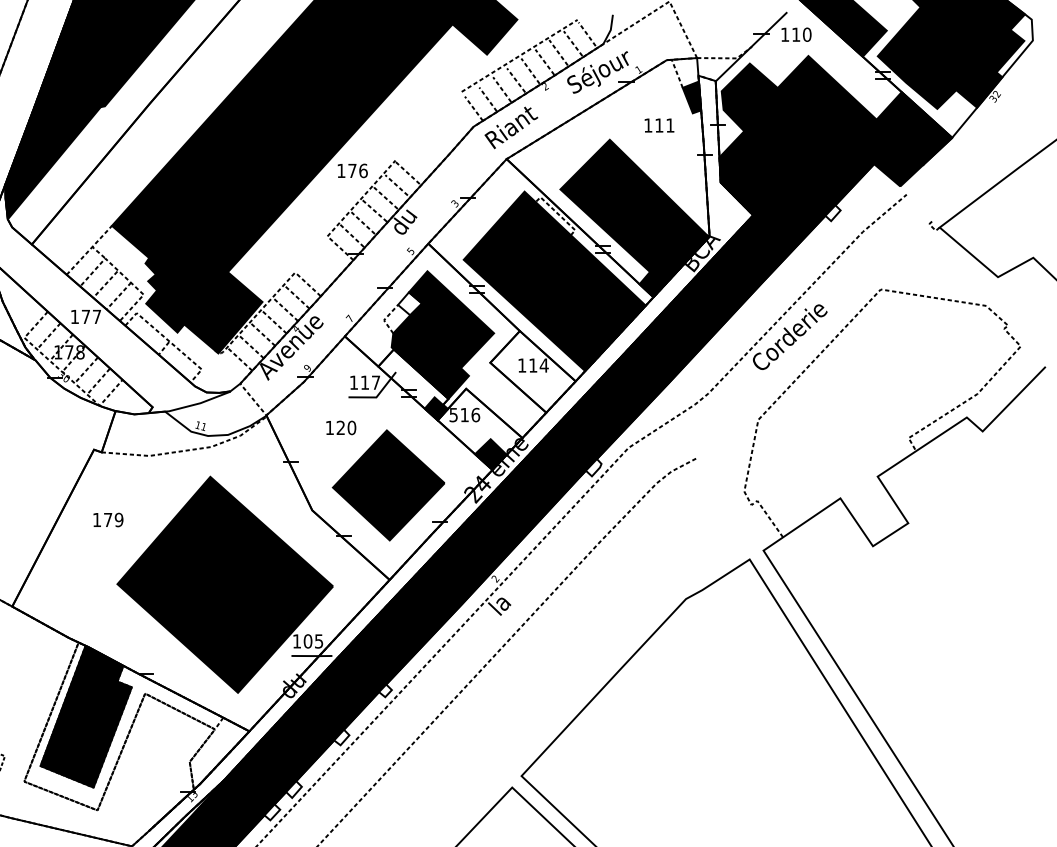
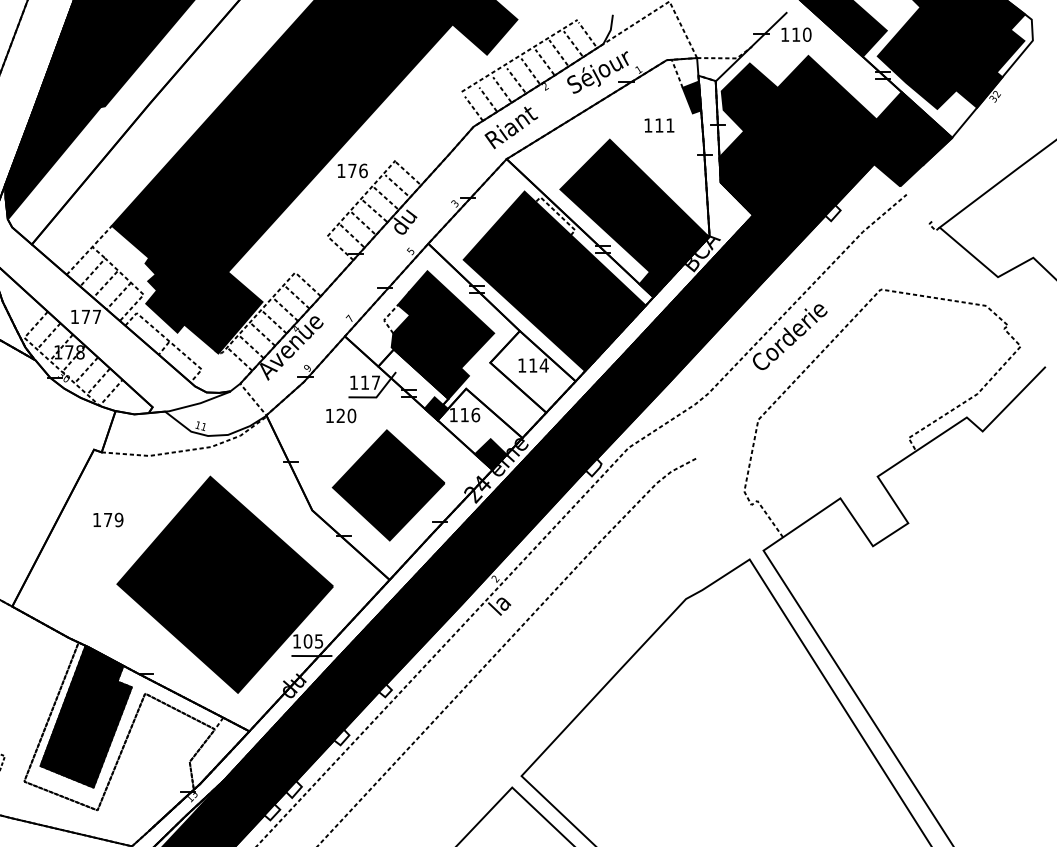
fill at (410, 303): none -> present
text at (453, 415): 516 -> 116
text at (341, 427) position: (341, 427) -> (341, 415)
